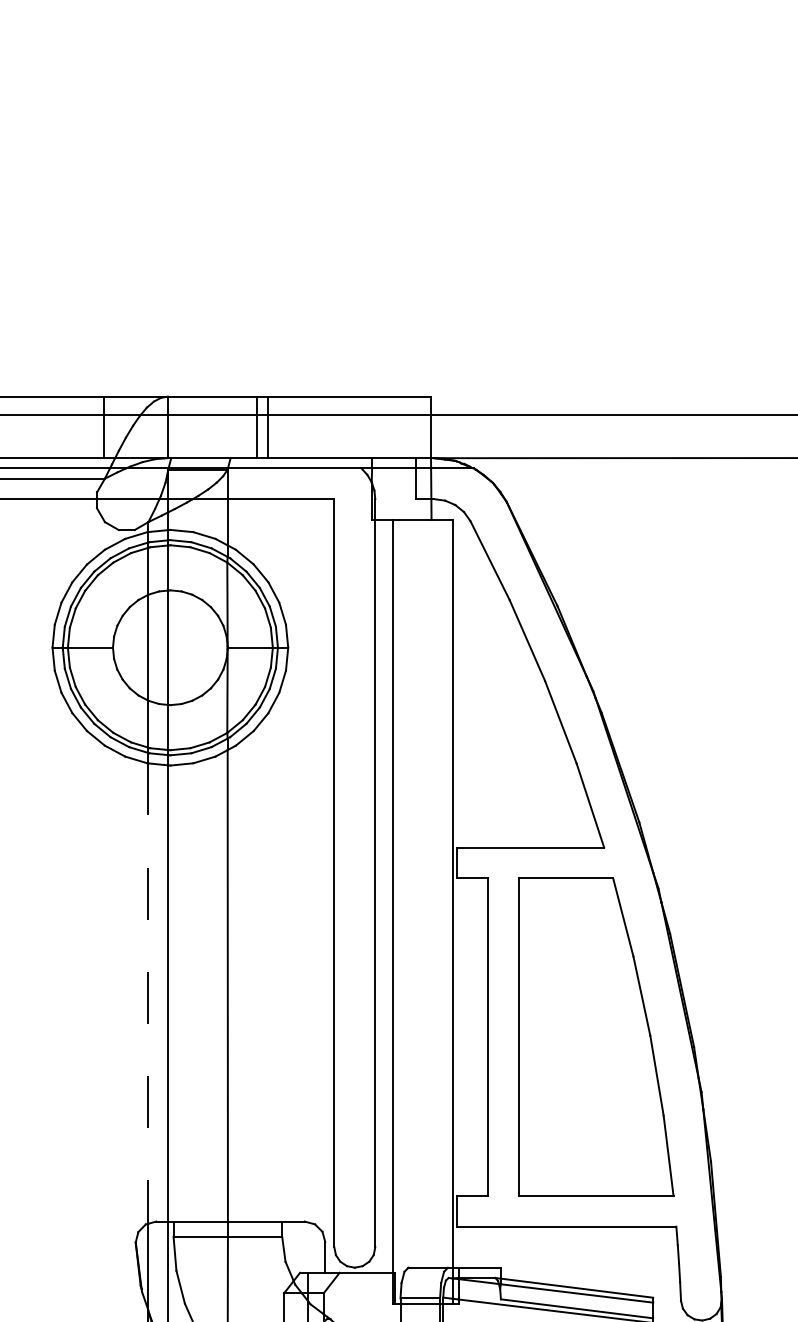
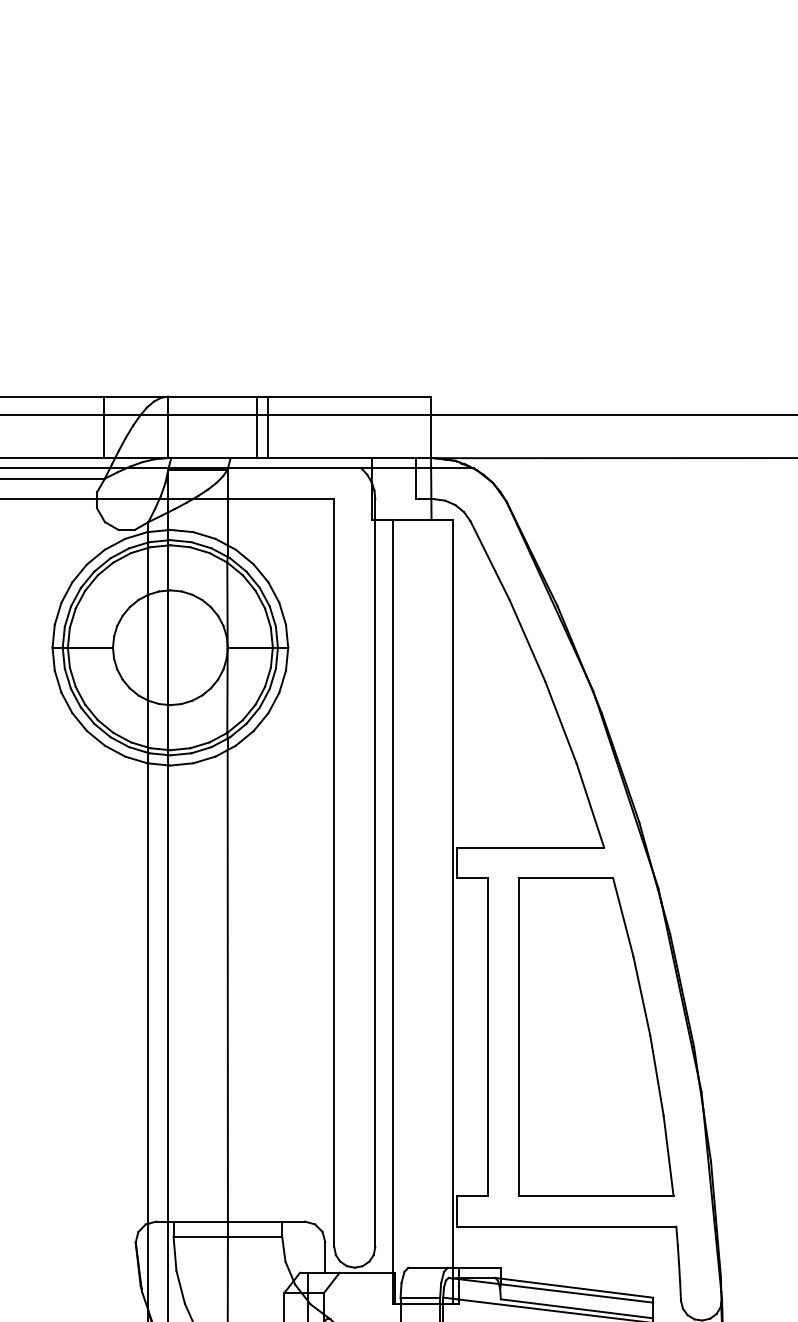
line at (148, 994): dashed -> solid
